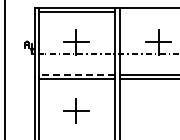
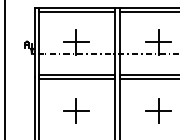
line at (147, 12): none -> present
line at (76, 74): dashed -> solid
part at (158, 110): none -> present
